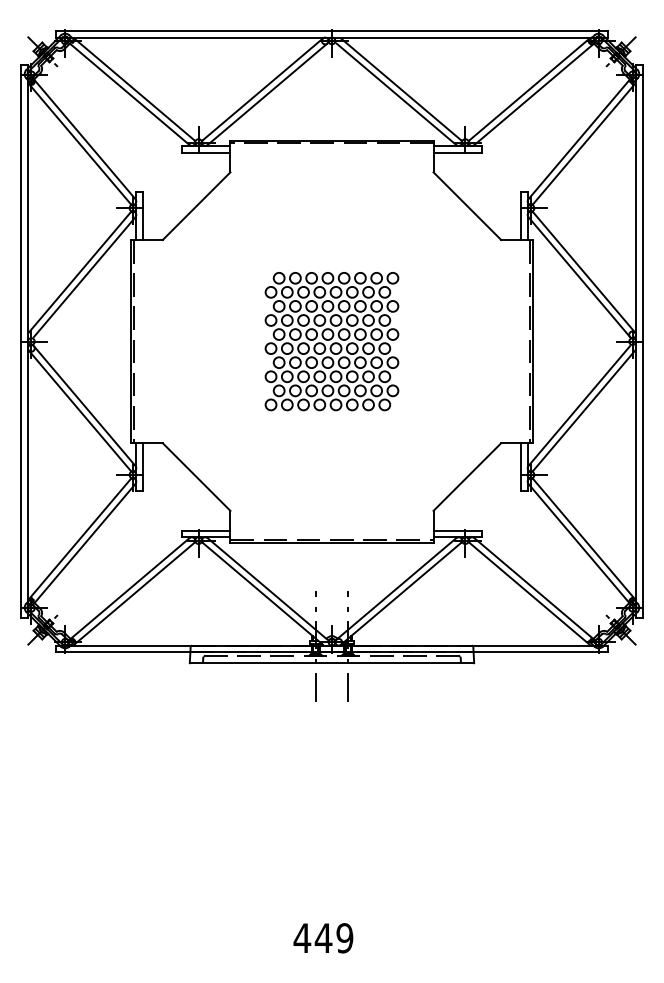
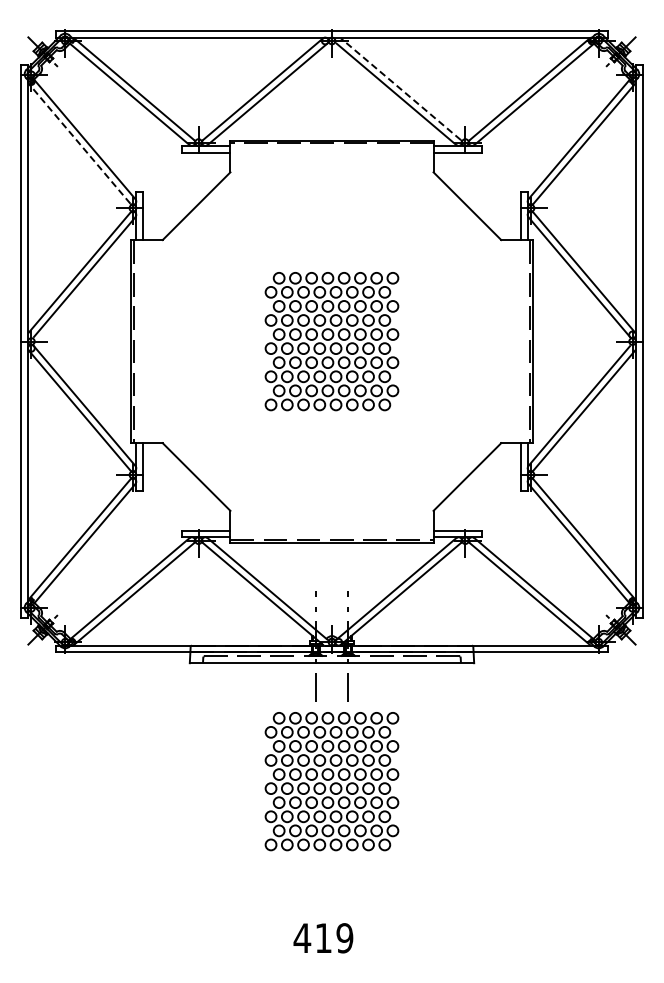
line at (400, 89): solid -> dashed
line at (79, 143): solid -> dashed
part at (331, 781): none -> present
text at (323, 937): 449 -> 419
